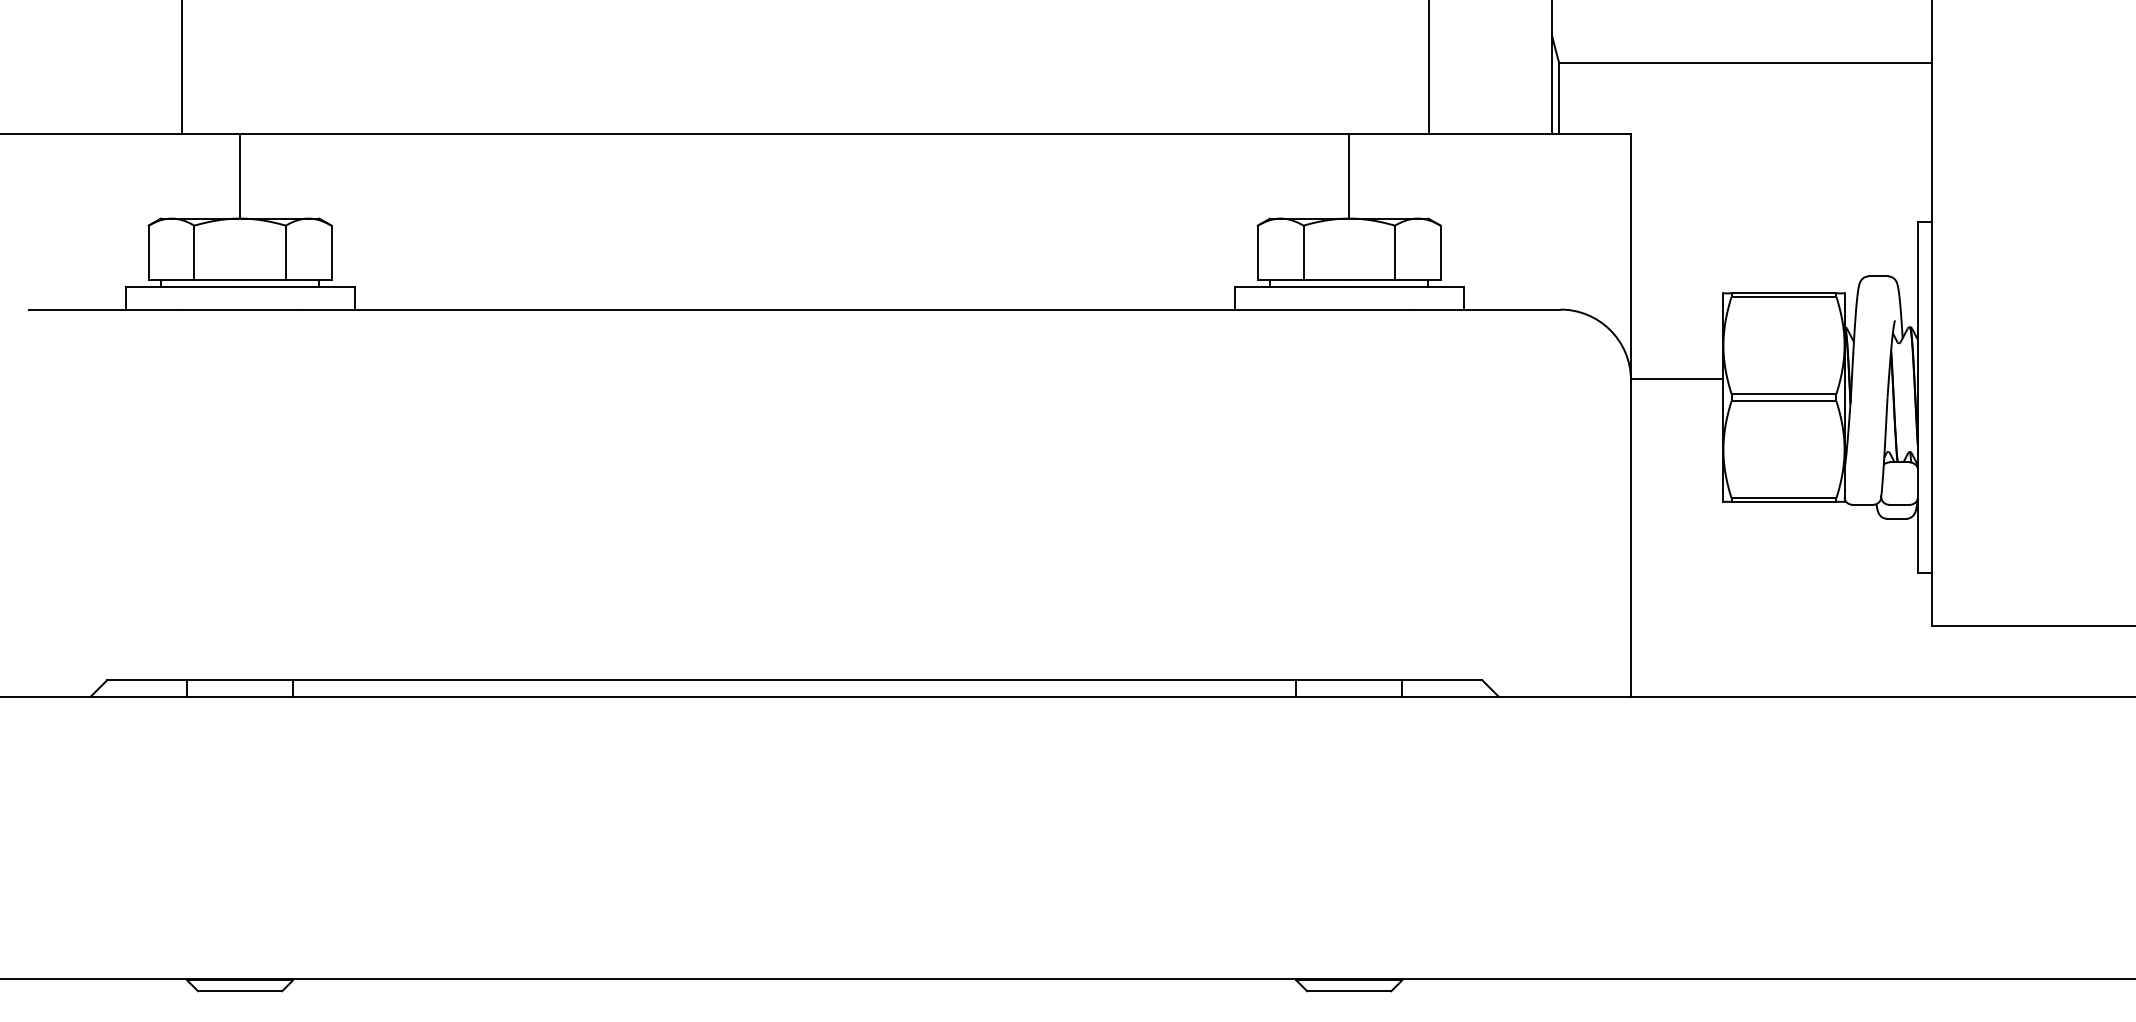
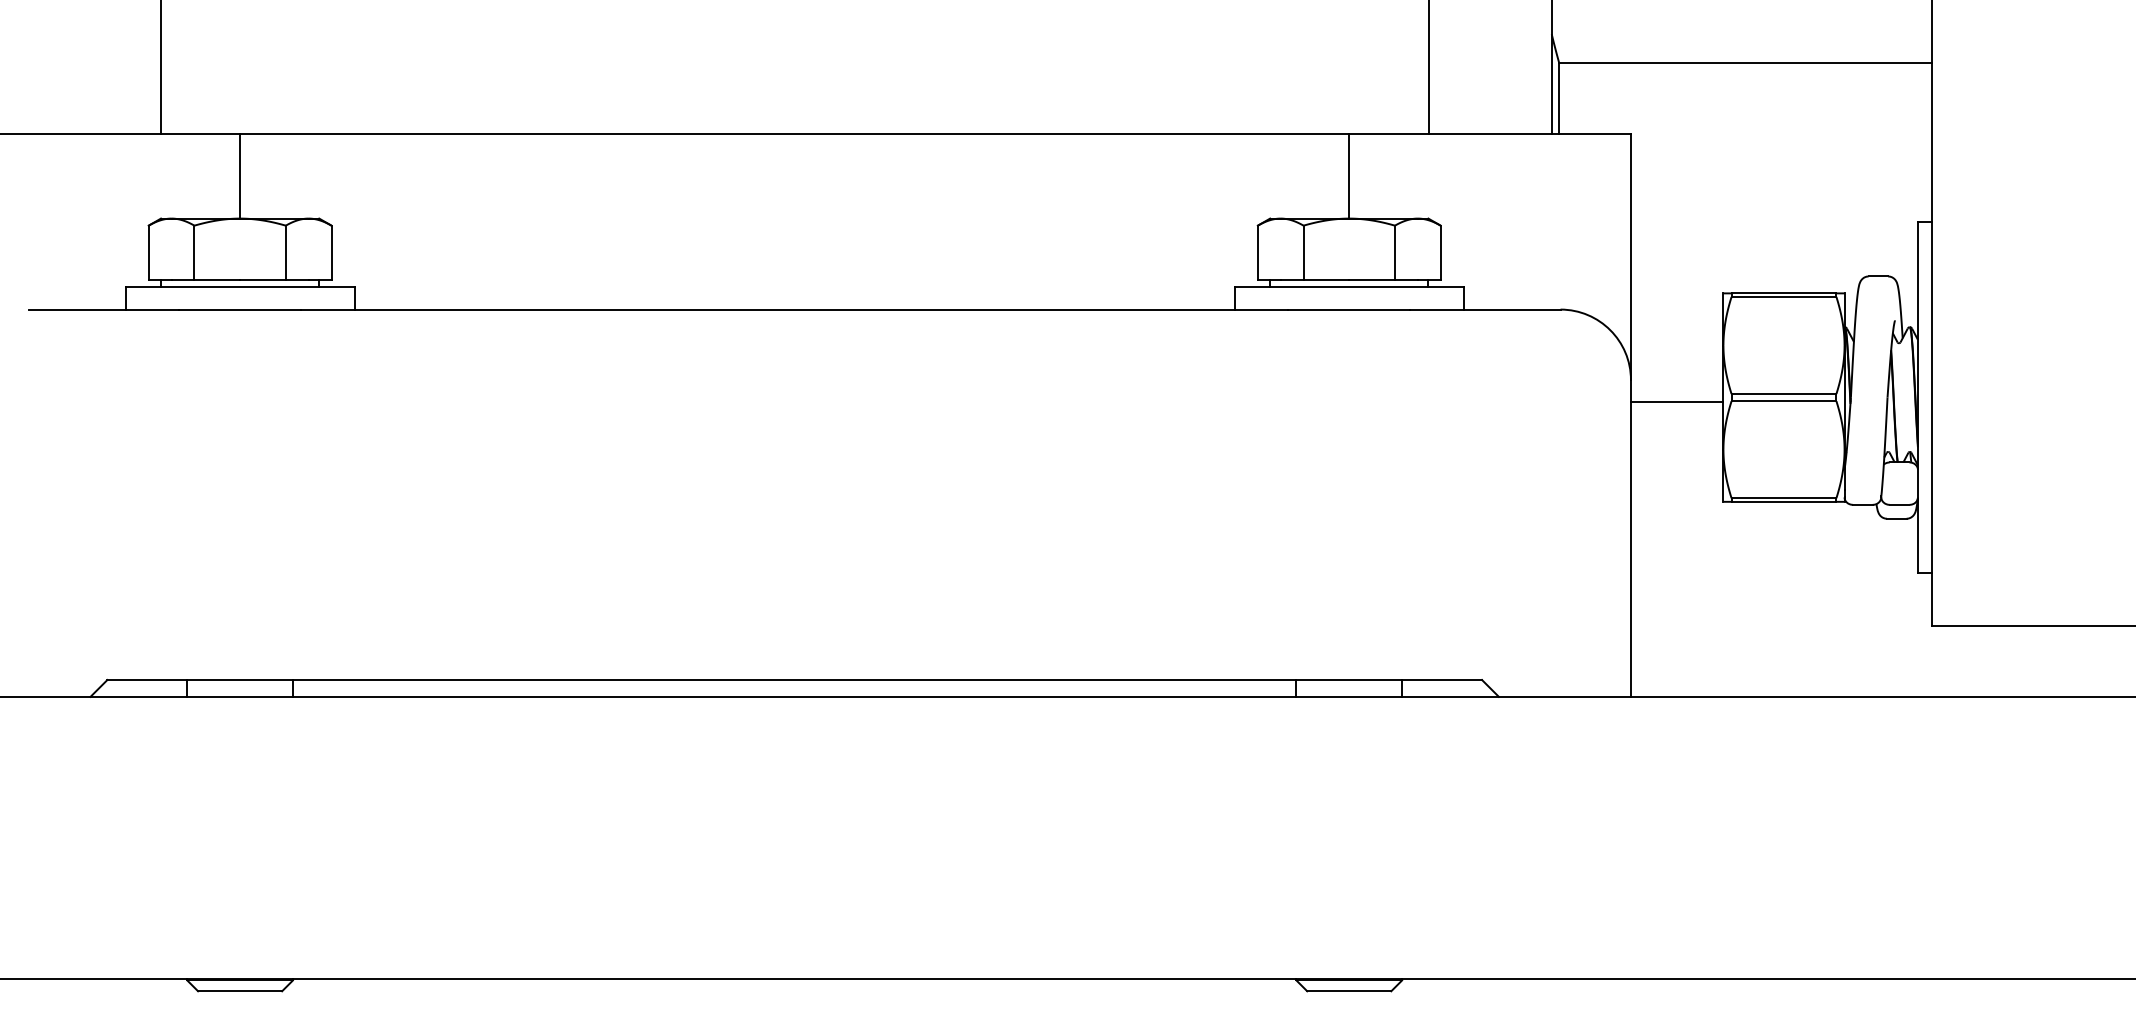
line at (181, 67) position: (181, 67) -> (160, 67)
line at (1676, 379) position: (1676, 379) -> (1676, 402)
